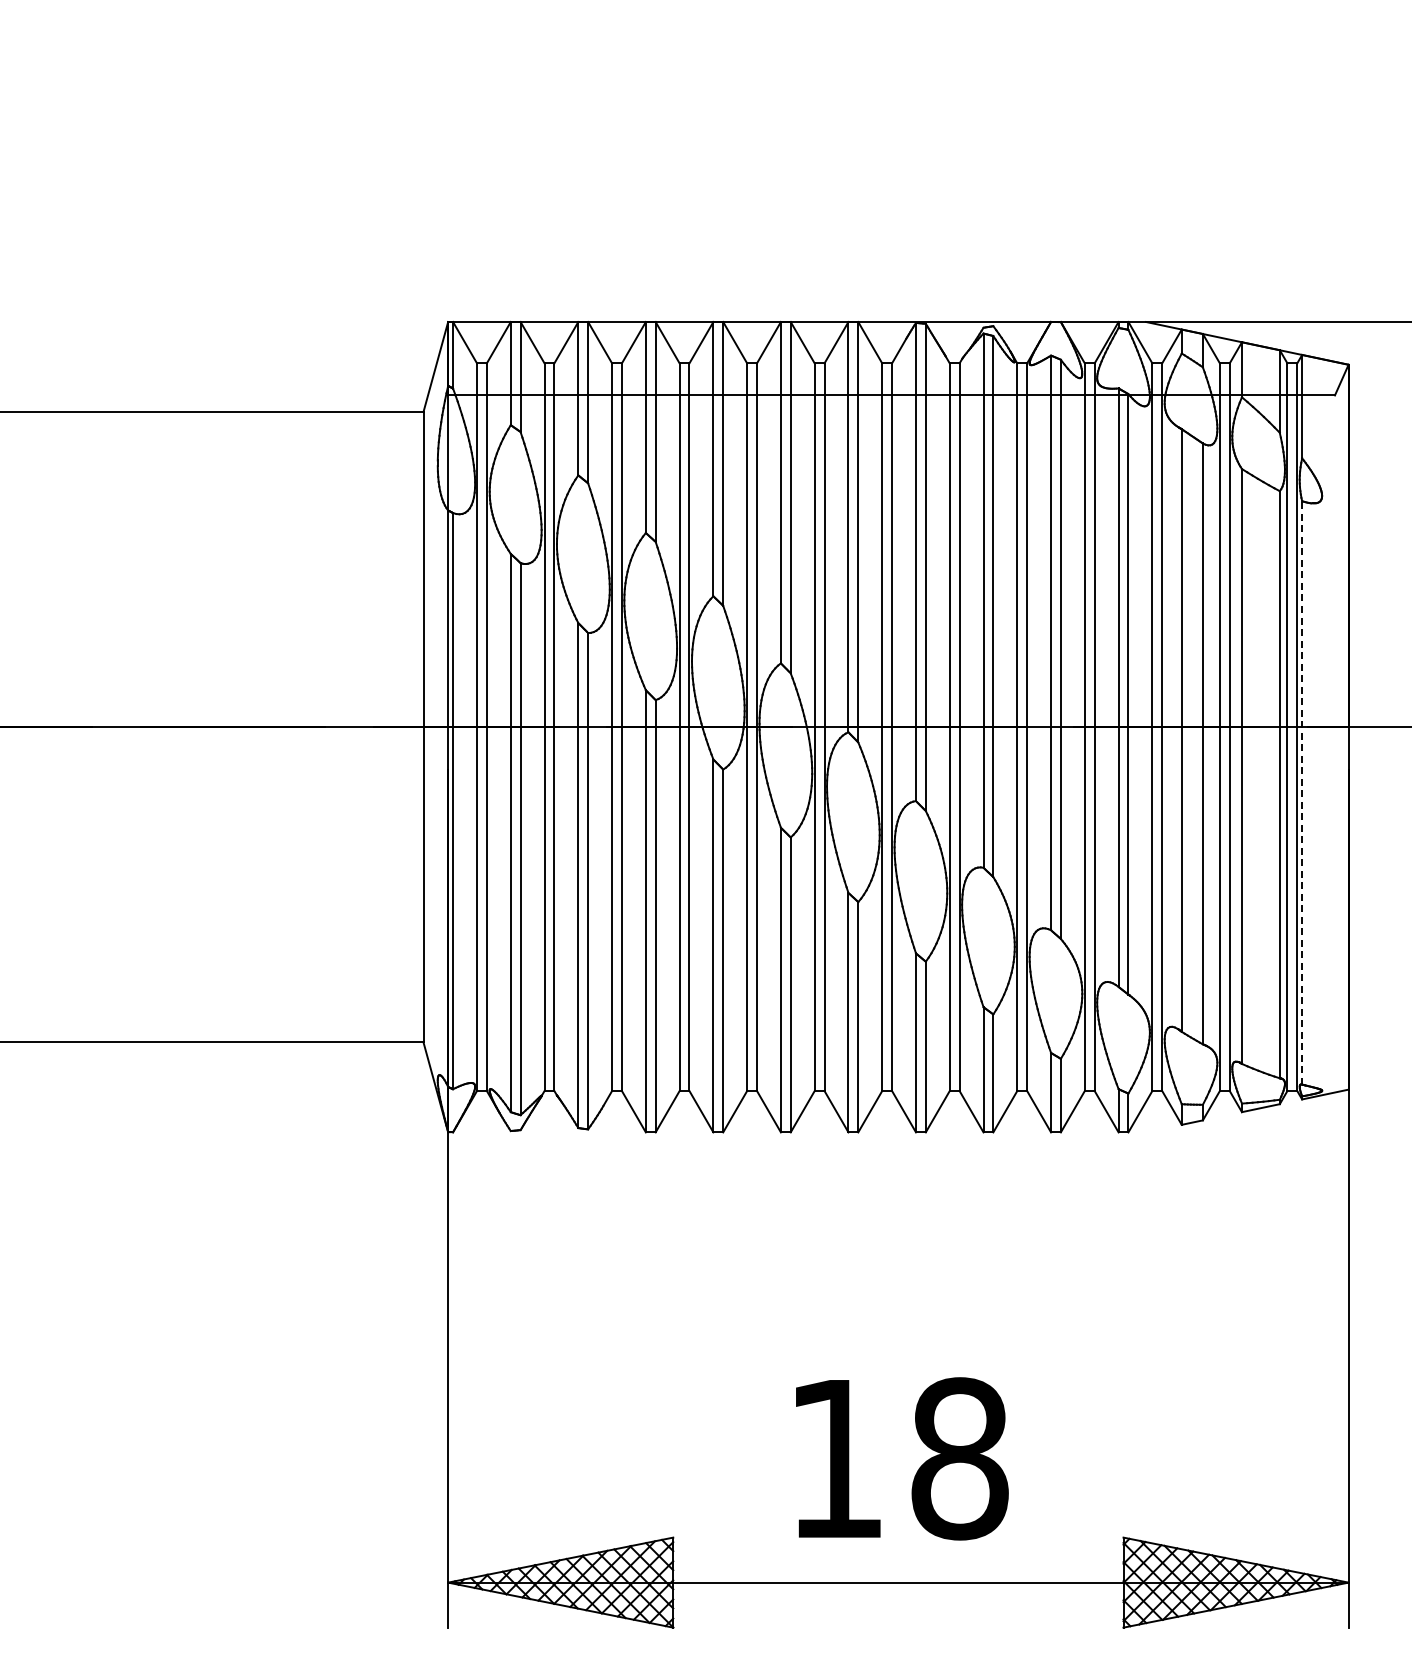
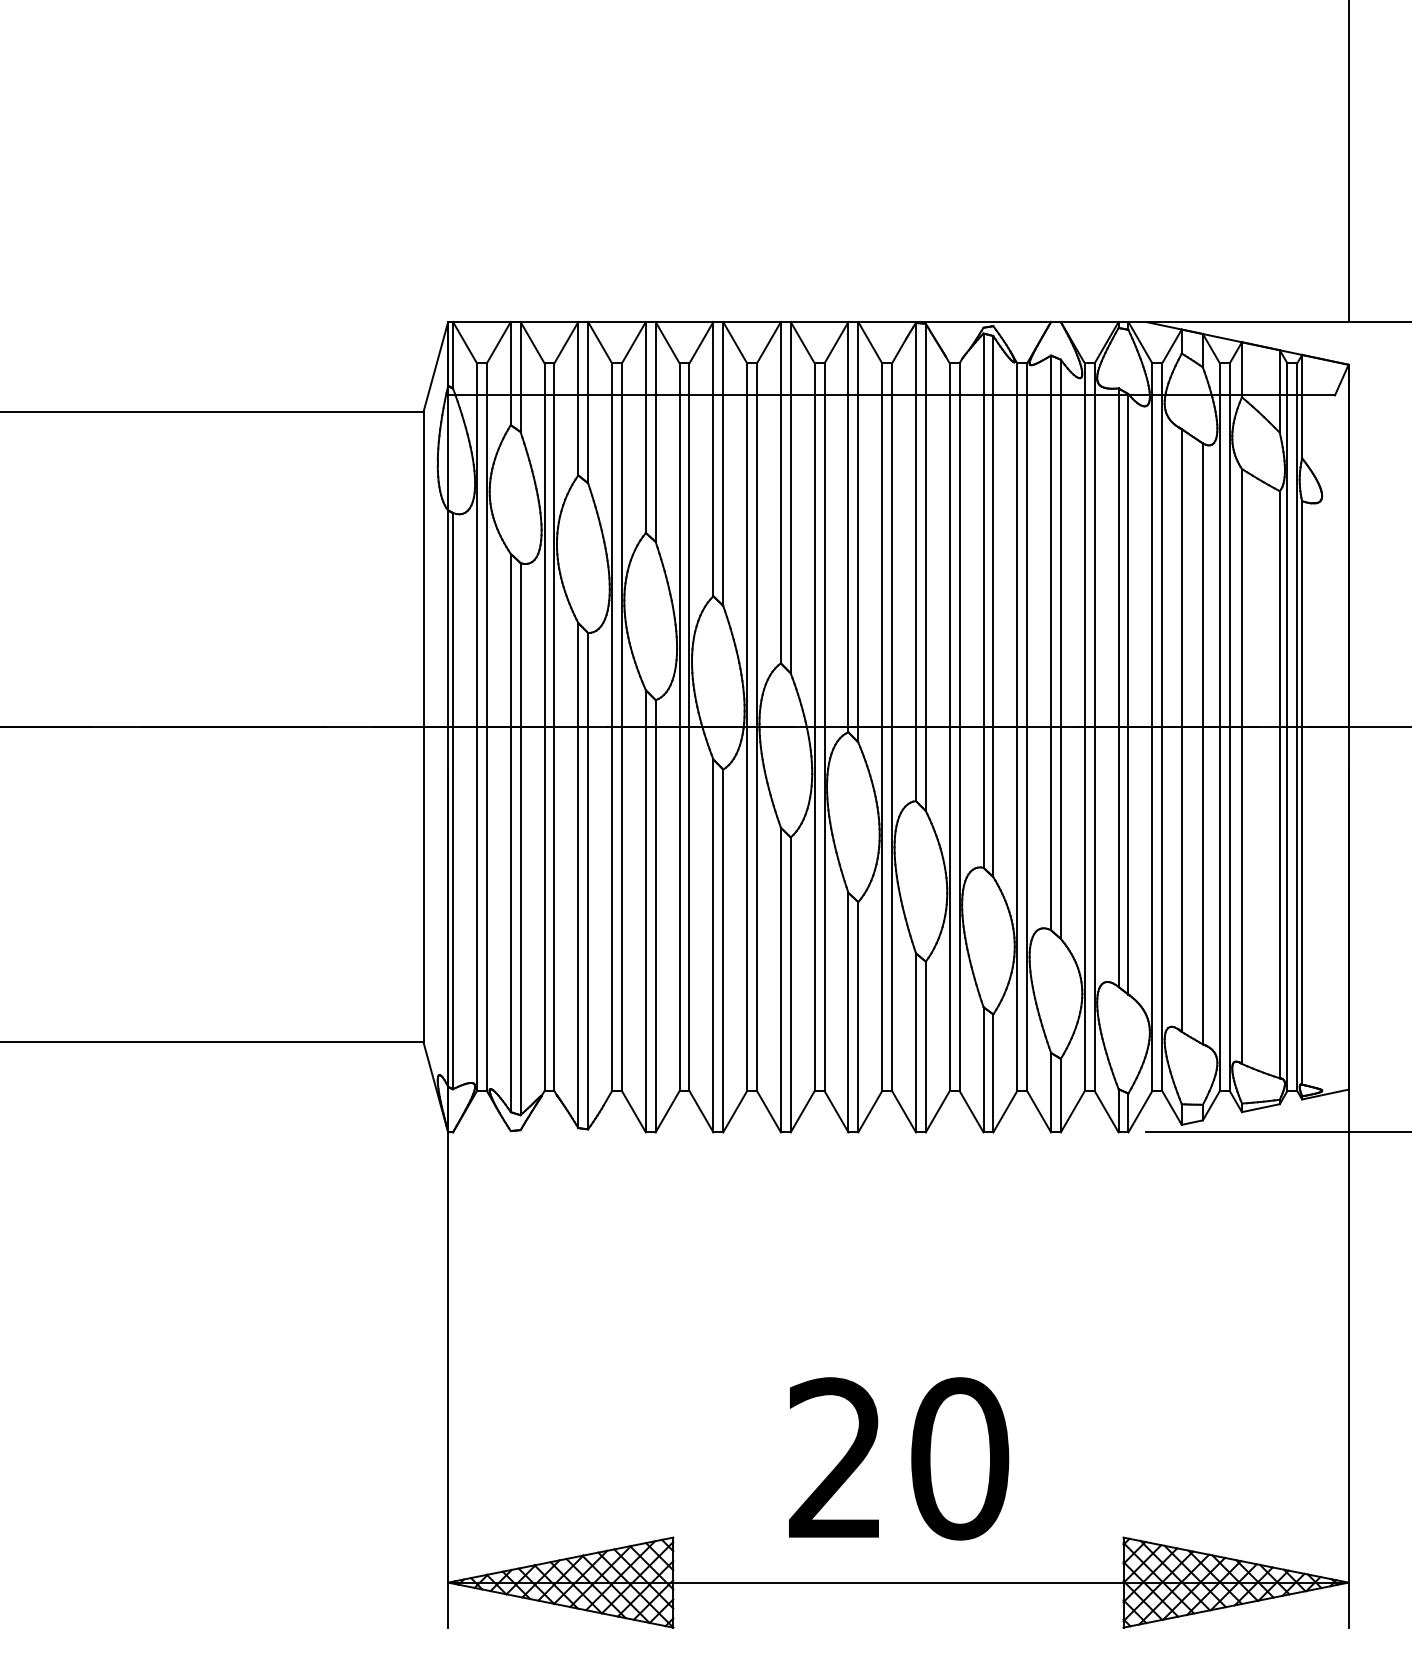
line at (1348, 162): none -> present
line at (1302, 792): dashed -> solid
line at (1277, 1132): none -> present
text at (899, 1458): 18 -> 20
